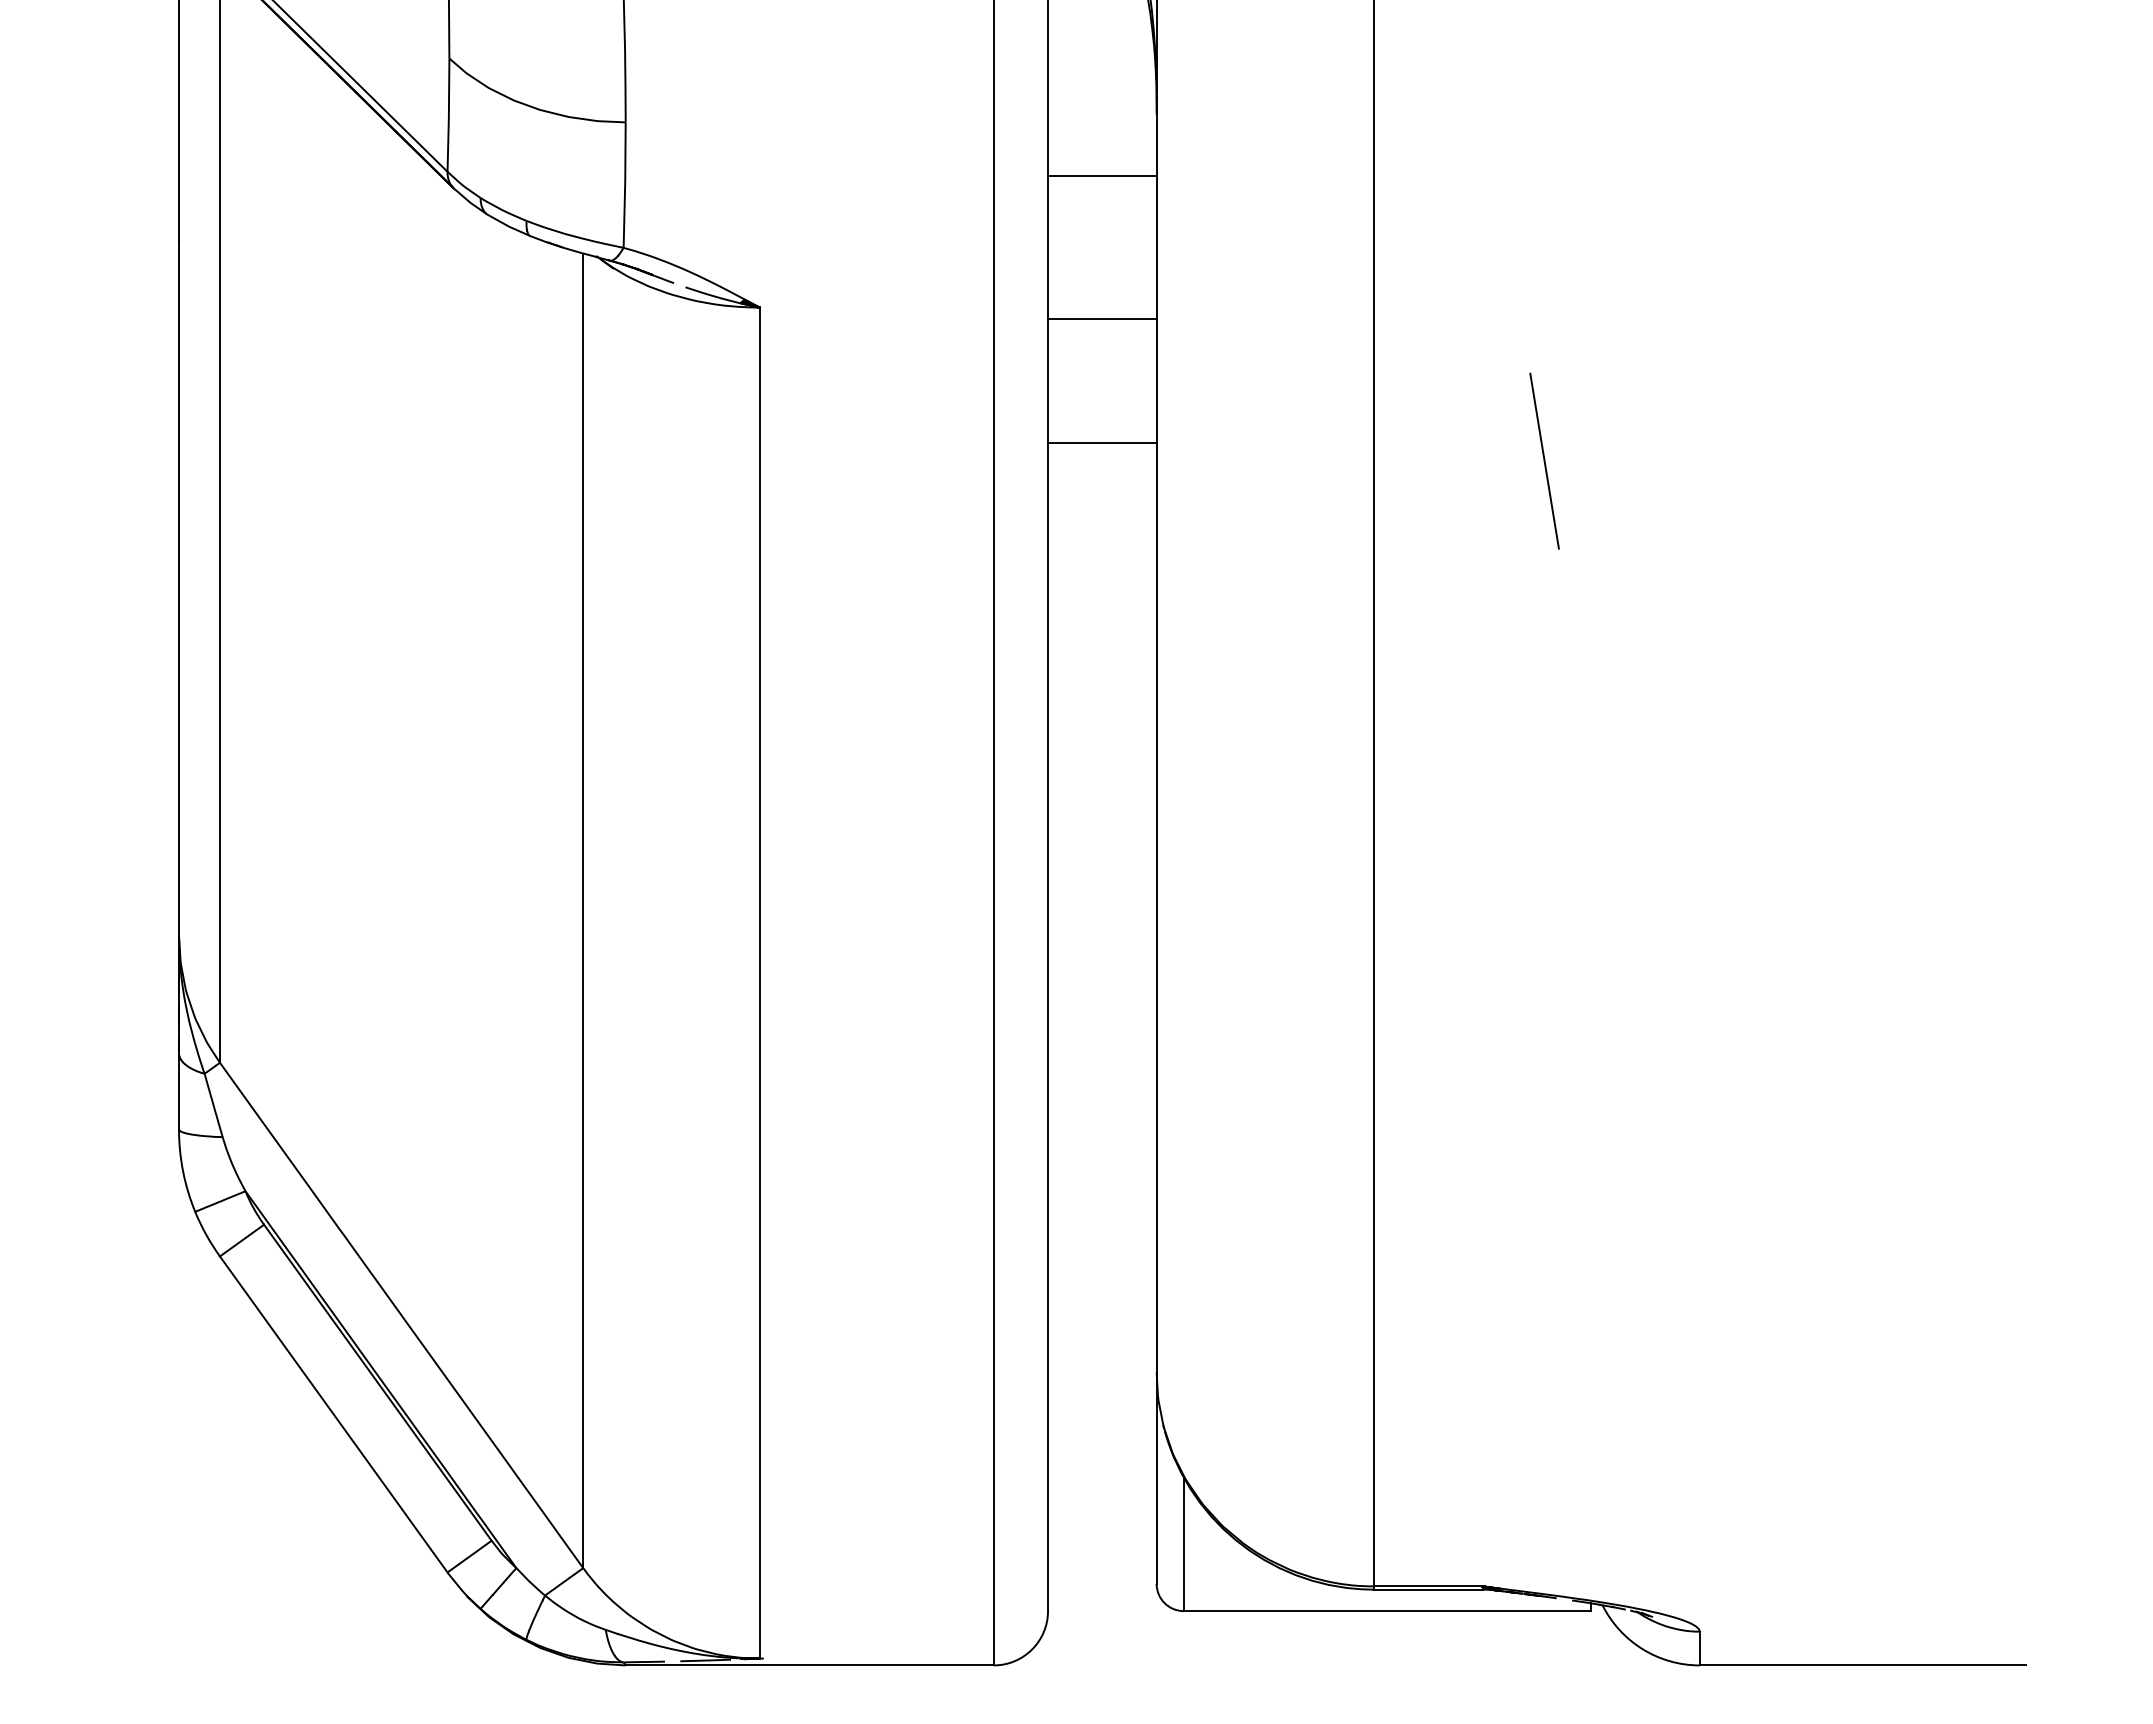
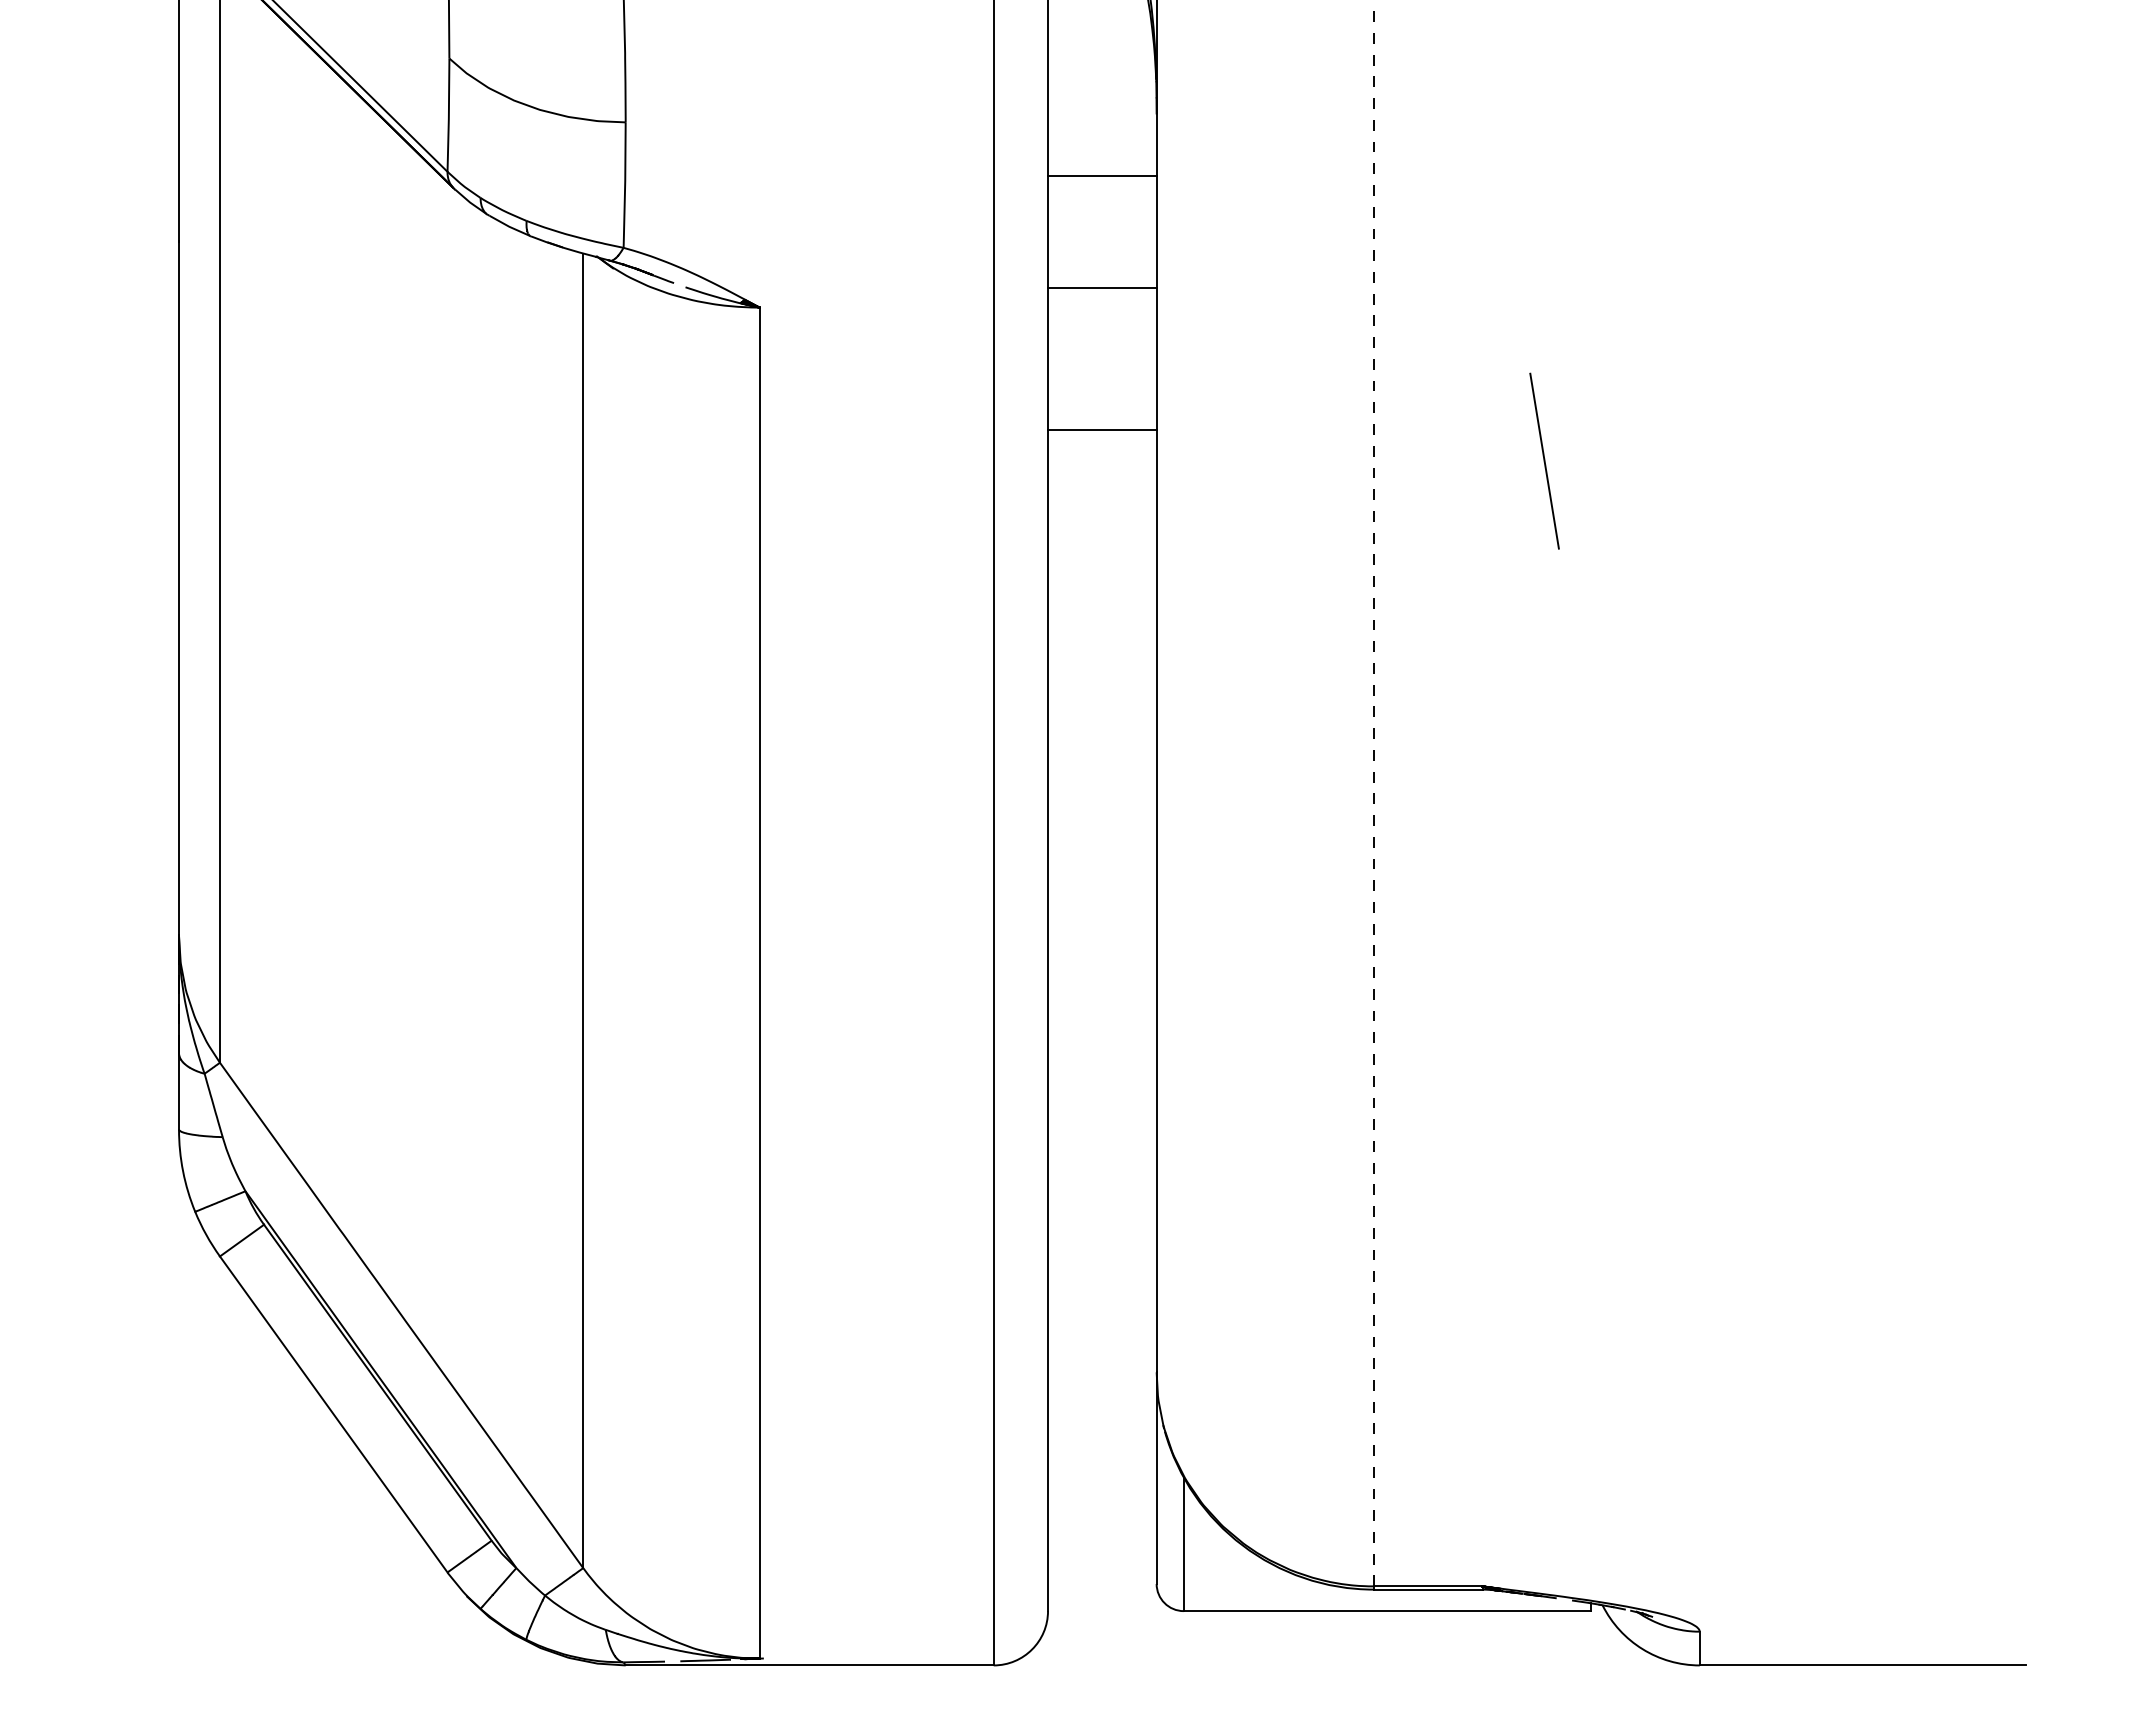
line at (1102, 318) position: (1102, 318) -> (1102, 287)
line at (1102, 442) position: (1102, 442) -> (1102, 429)
line at (1373, 793): solid -> dashed
